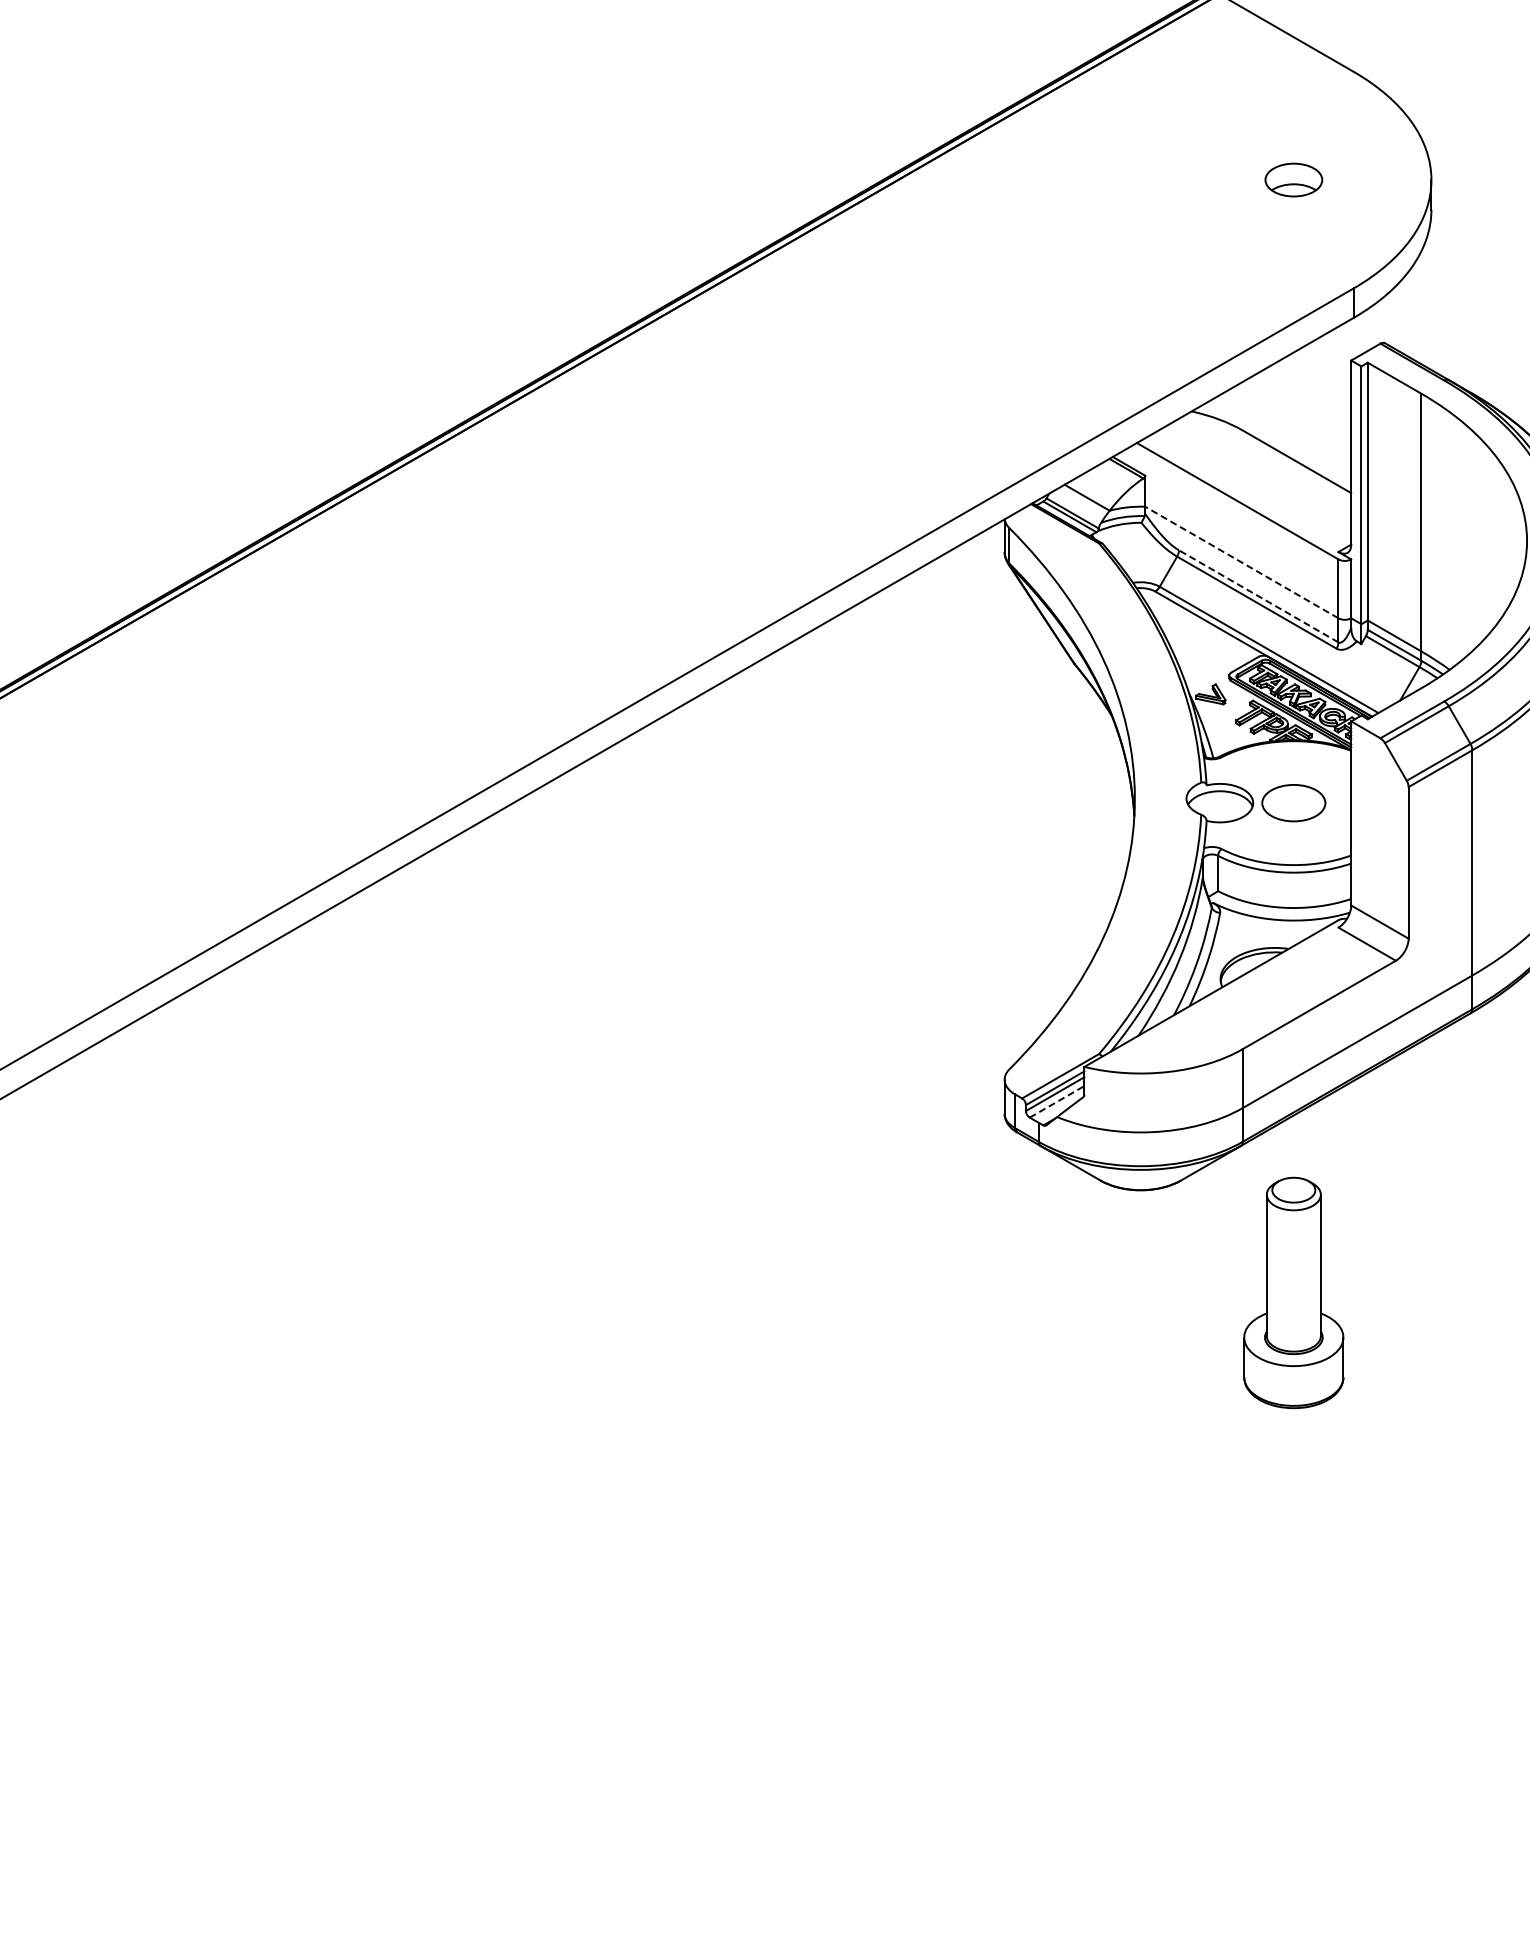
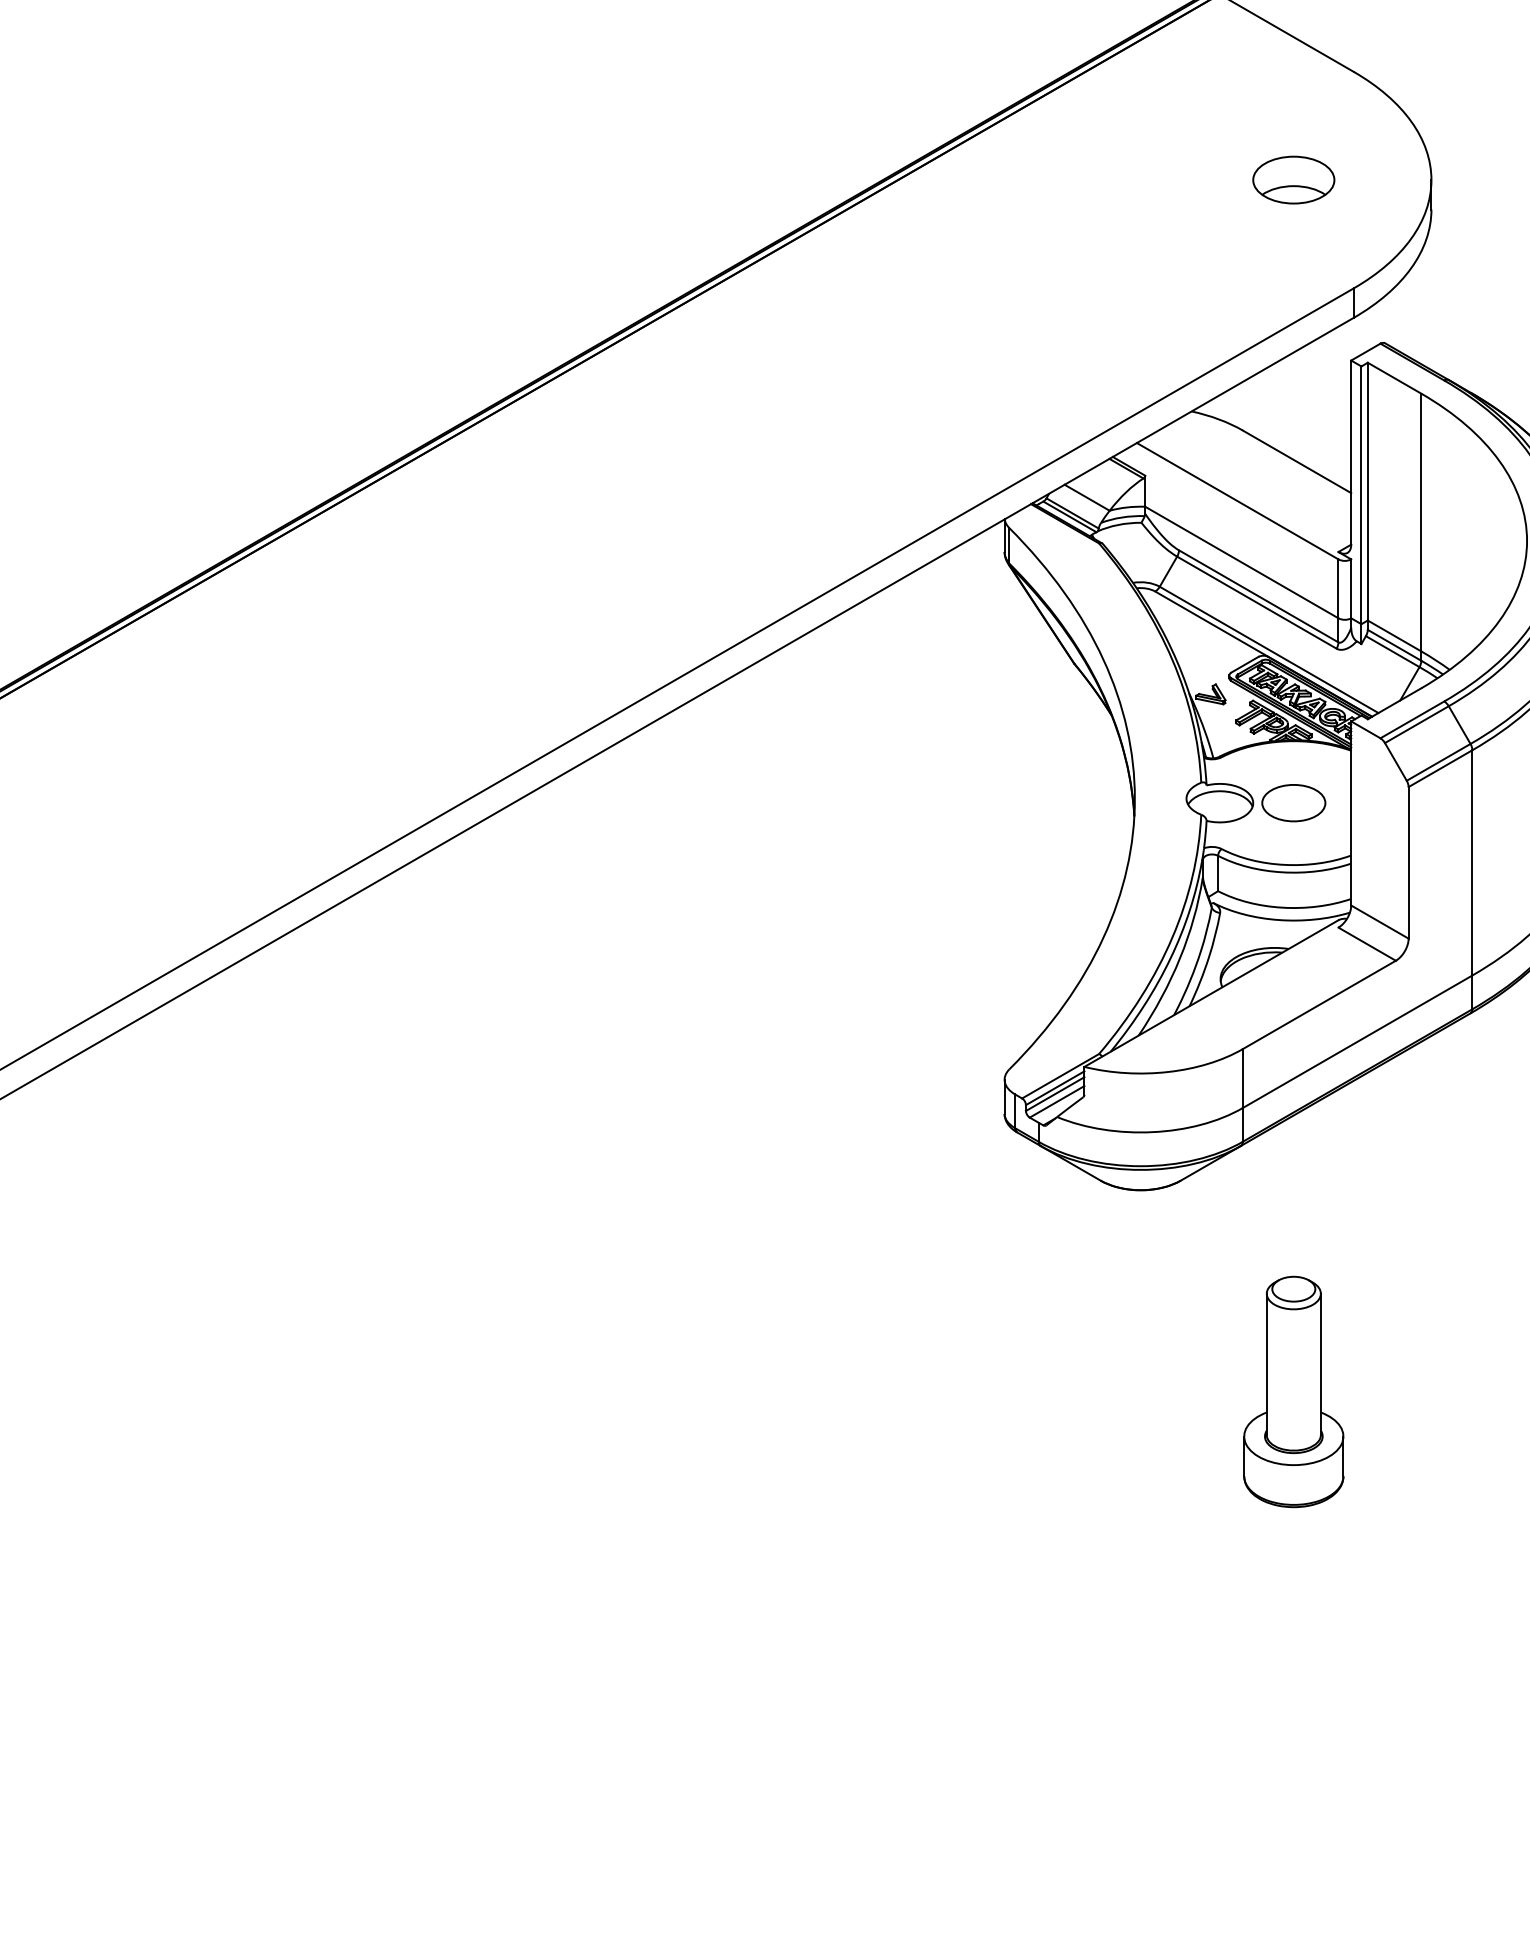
part at (1293, 179) size: 60x36 px -> 84x50 px
line at (1241, 562): dashed -> solid
line at (1258, 596): dashed -> solid
line at (1057, 1101): dashed -> solid
part at (1293, 1292) position: (1293, 1292) -> (1293, 1391)
